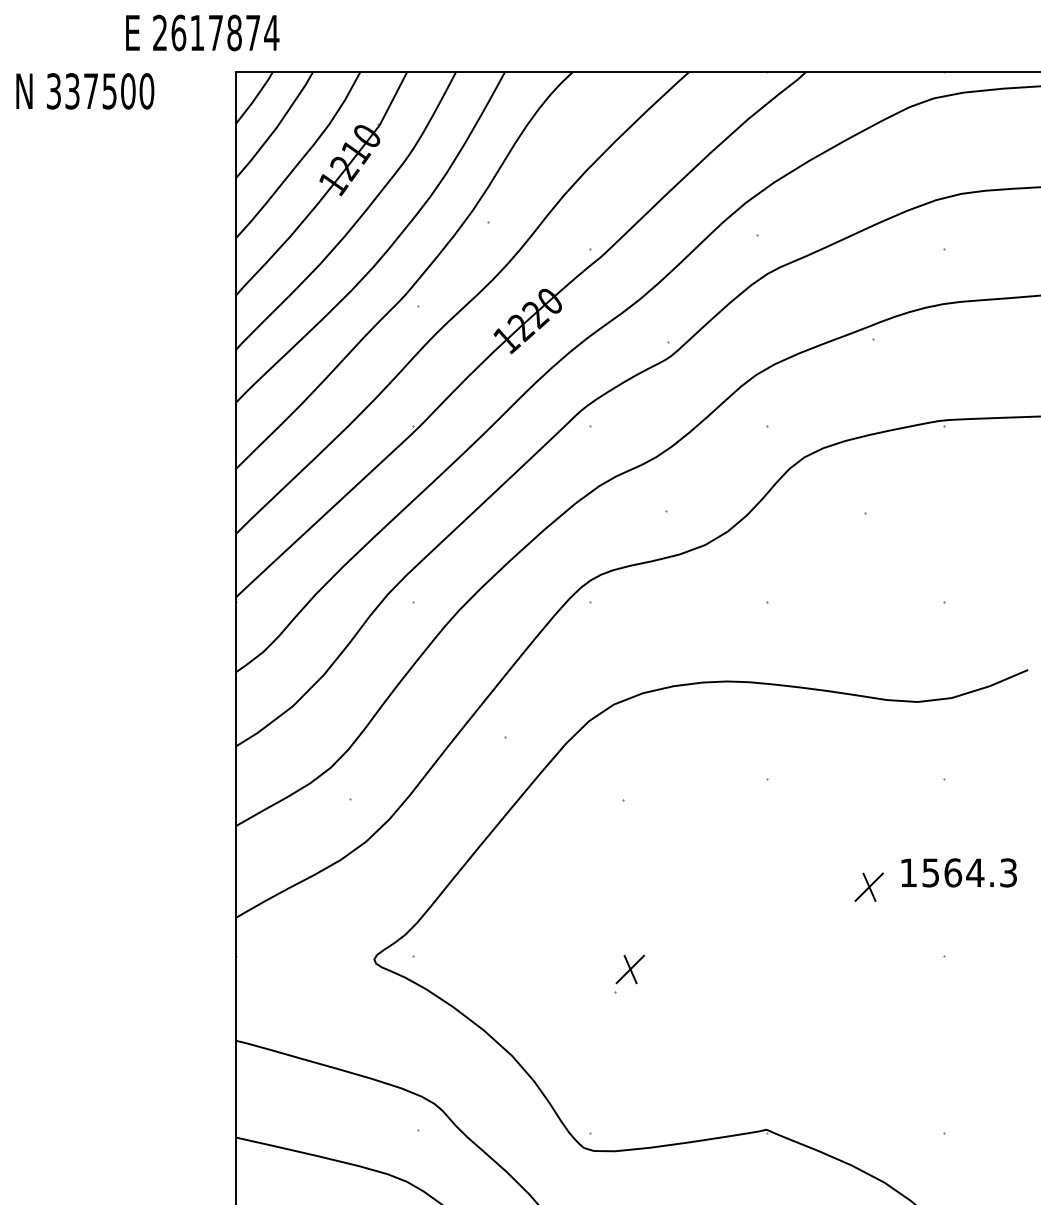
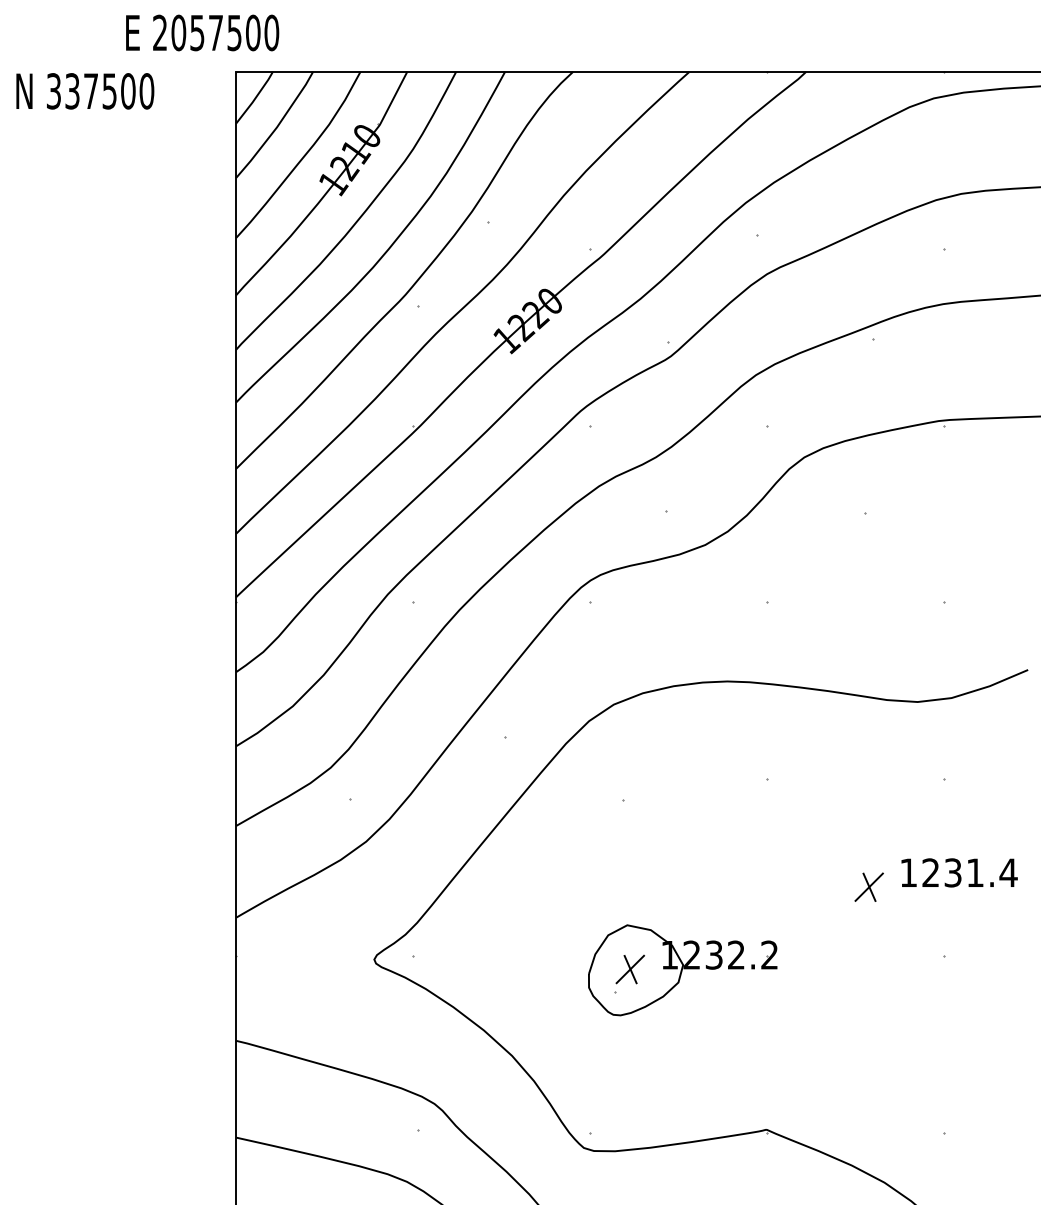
text at (225, 32): 2617874 -> 2057500
text at (969, 872): 1564.3 -> 1231.4
part at (682, 970): none -> present
